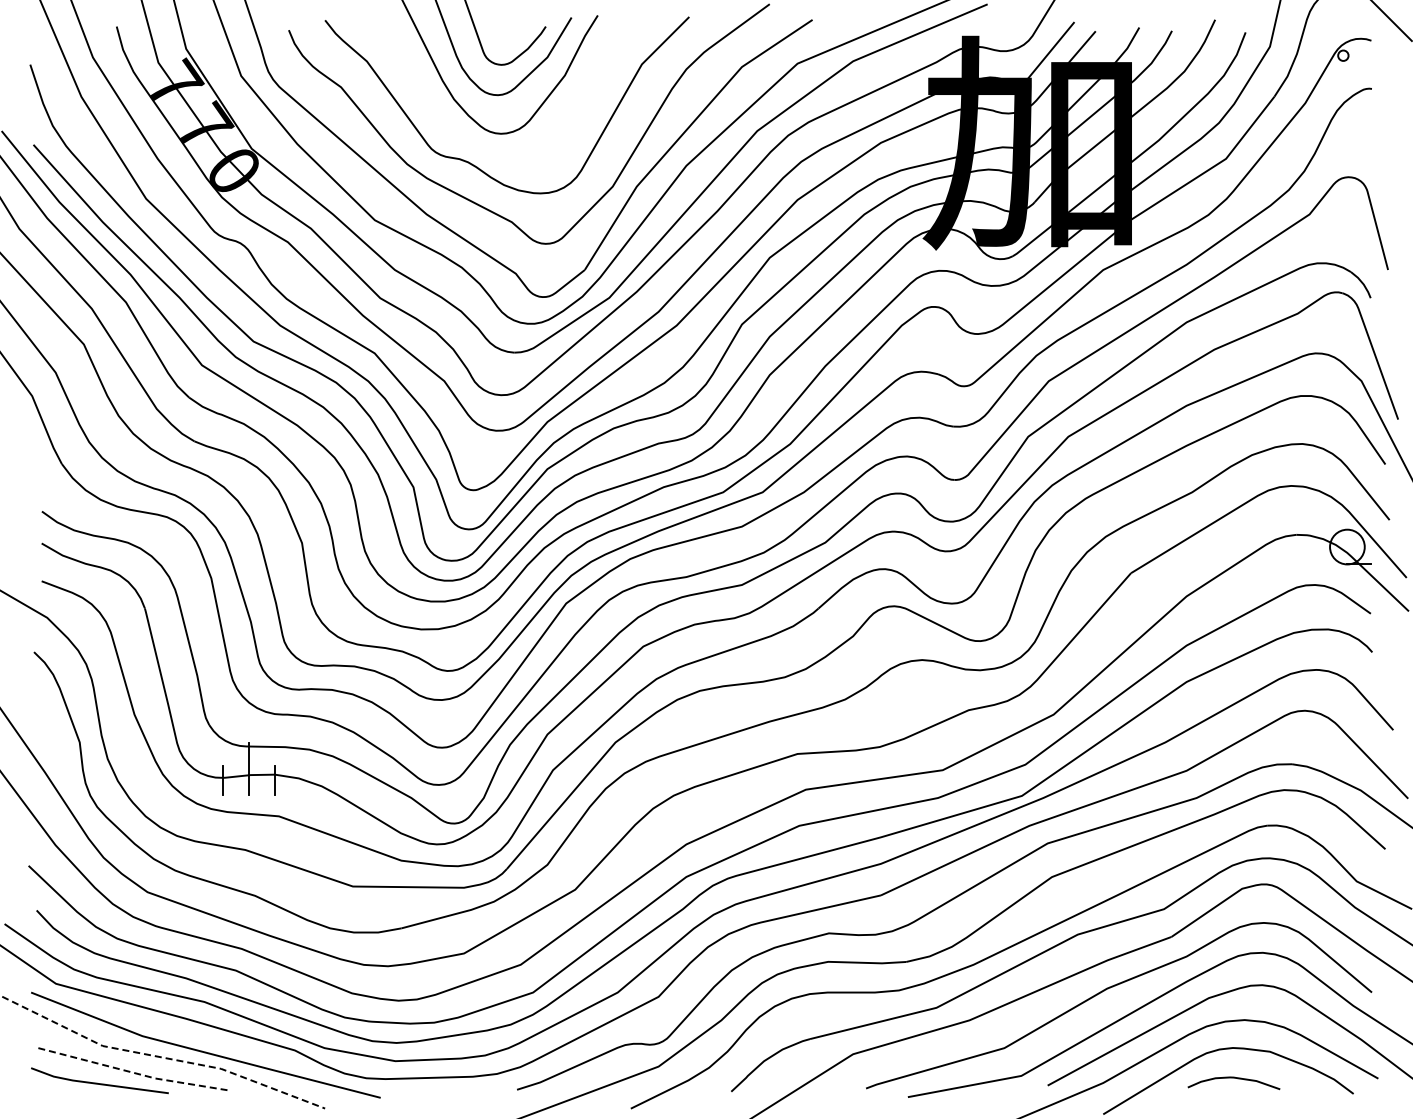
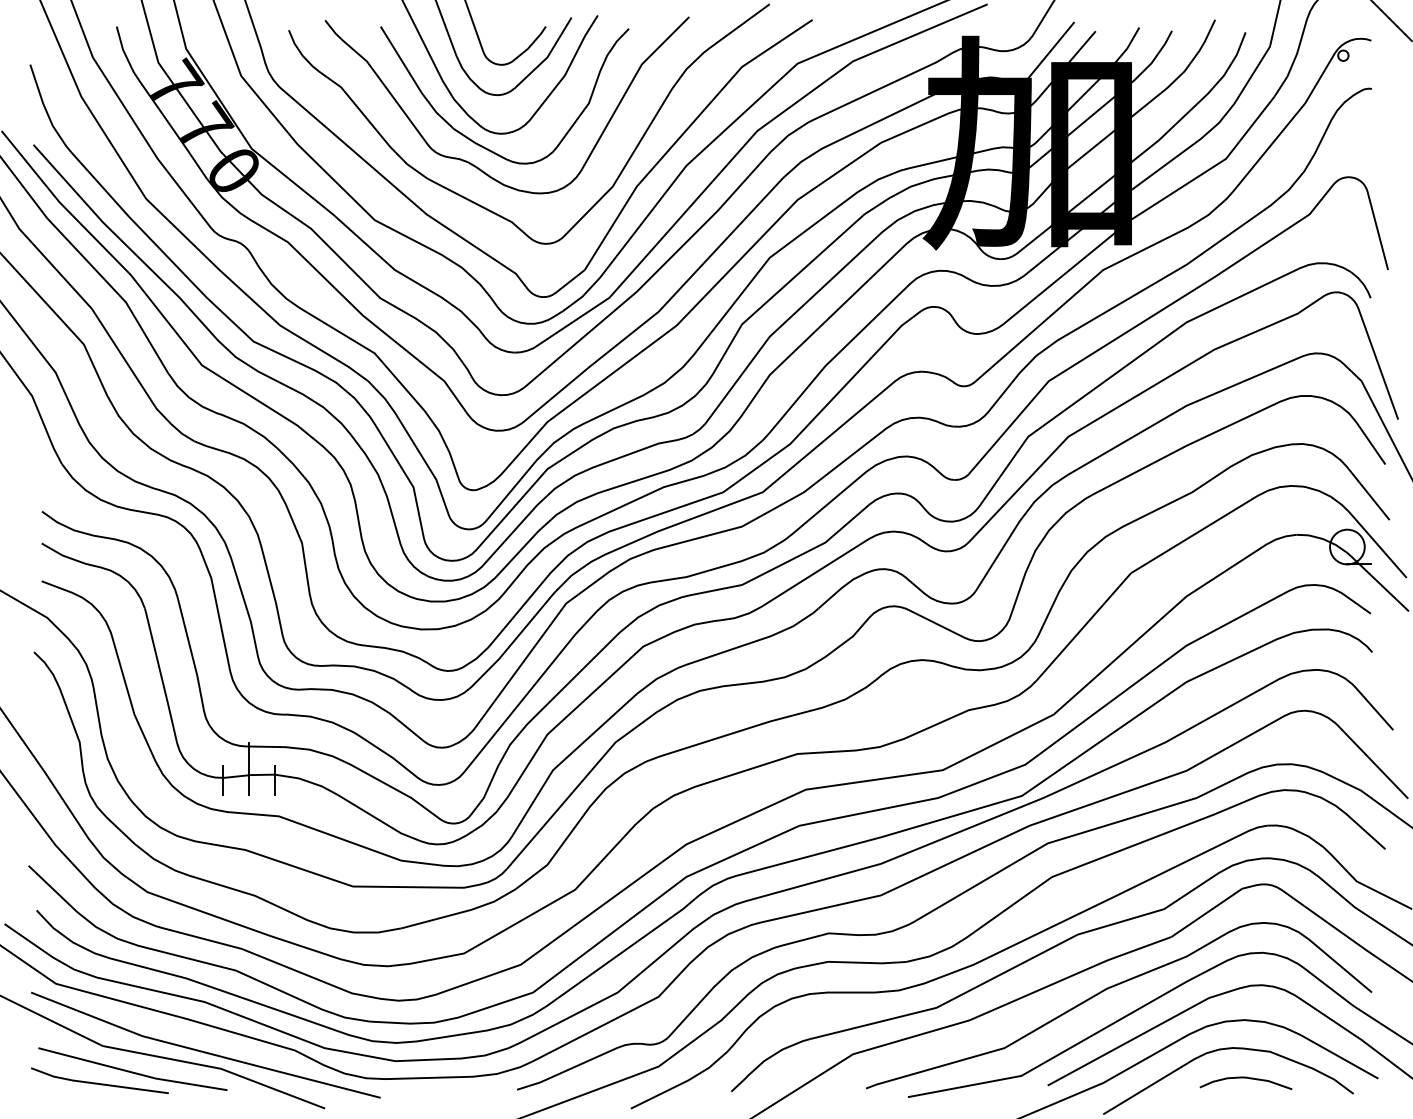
curve at (480, 144): none -> present
line at (160, 1057): dashed -> solid
line at (132, 1072): dashed -> solid
curve at (1233, 1078) position: (1233, 1078) -> (1245, 1078)
